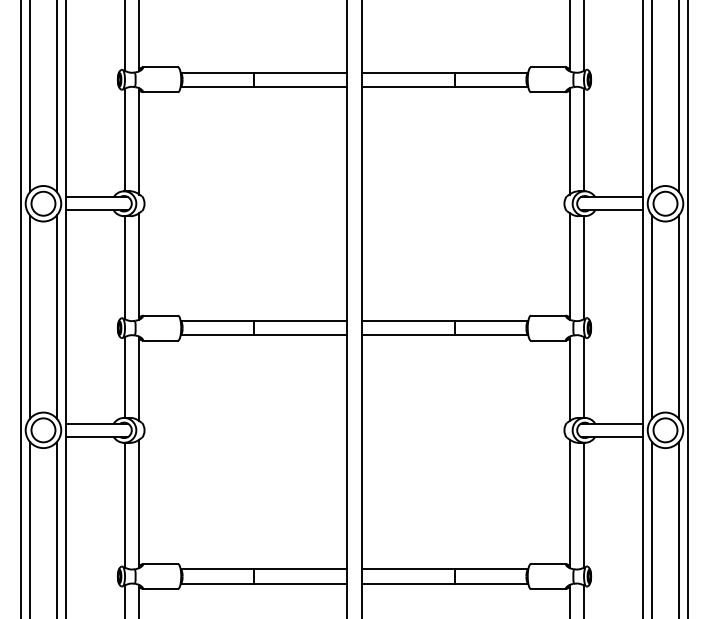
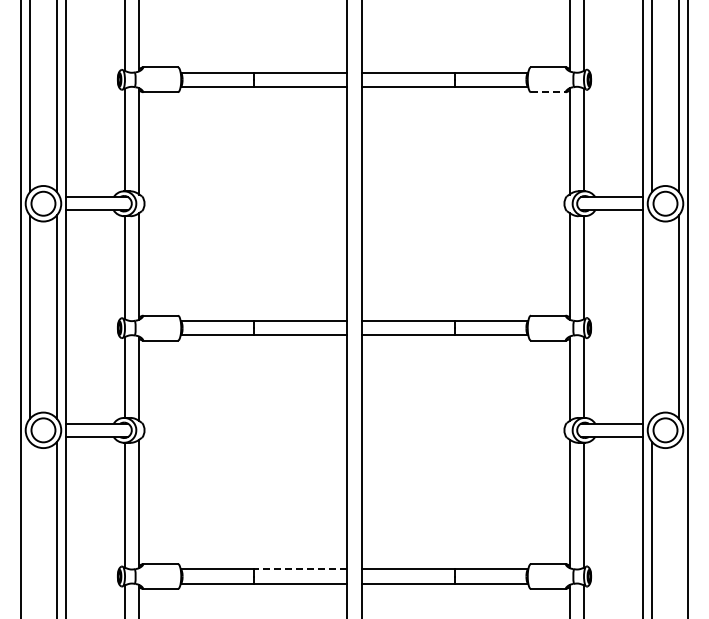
line at (548, 92): solid -> dashed
line at (652, 316): present -> none
line at (30, 528): present -> none
line at (678, 528): present -> none
line at (300, 569): solid -> dashed
